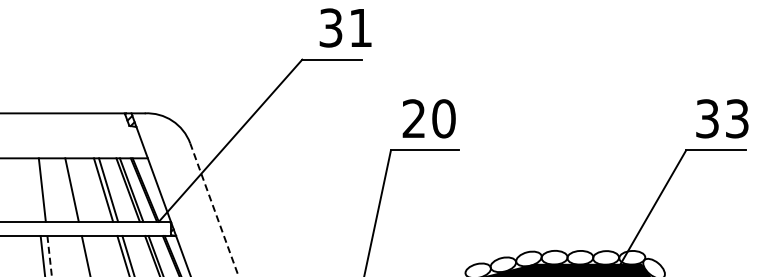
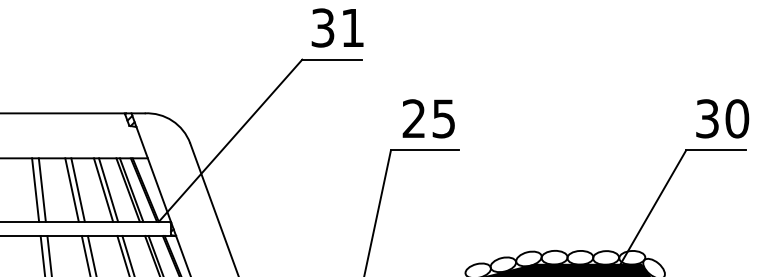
text at (345, 27) position: (345, 27) -> (337, 27)
text at (443, 118): 20 -> 25
text at (737, 118): 33 -> 30
line at (35, 189): none -> present
line at (77, 189): none -> present
line at (214, 209): dashed -> solid
line at (91, 254): none -> present
line at (49, 255): dashed -> solid
